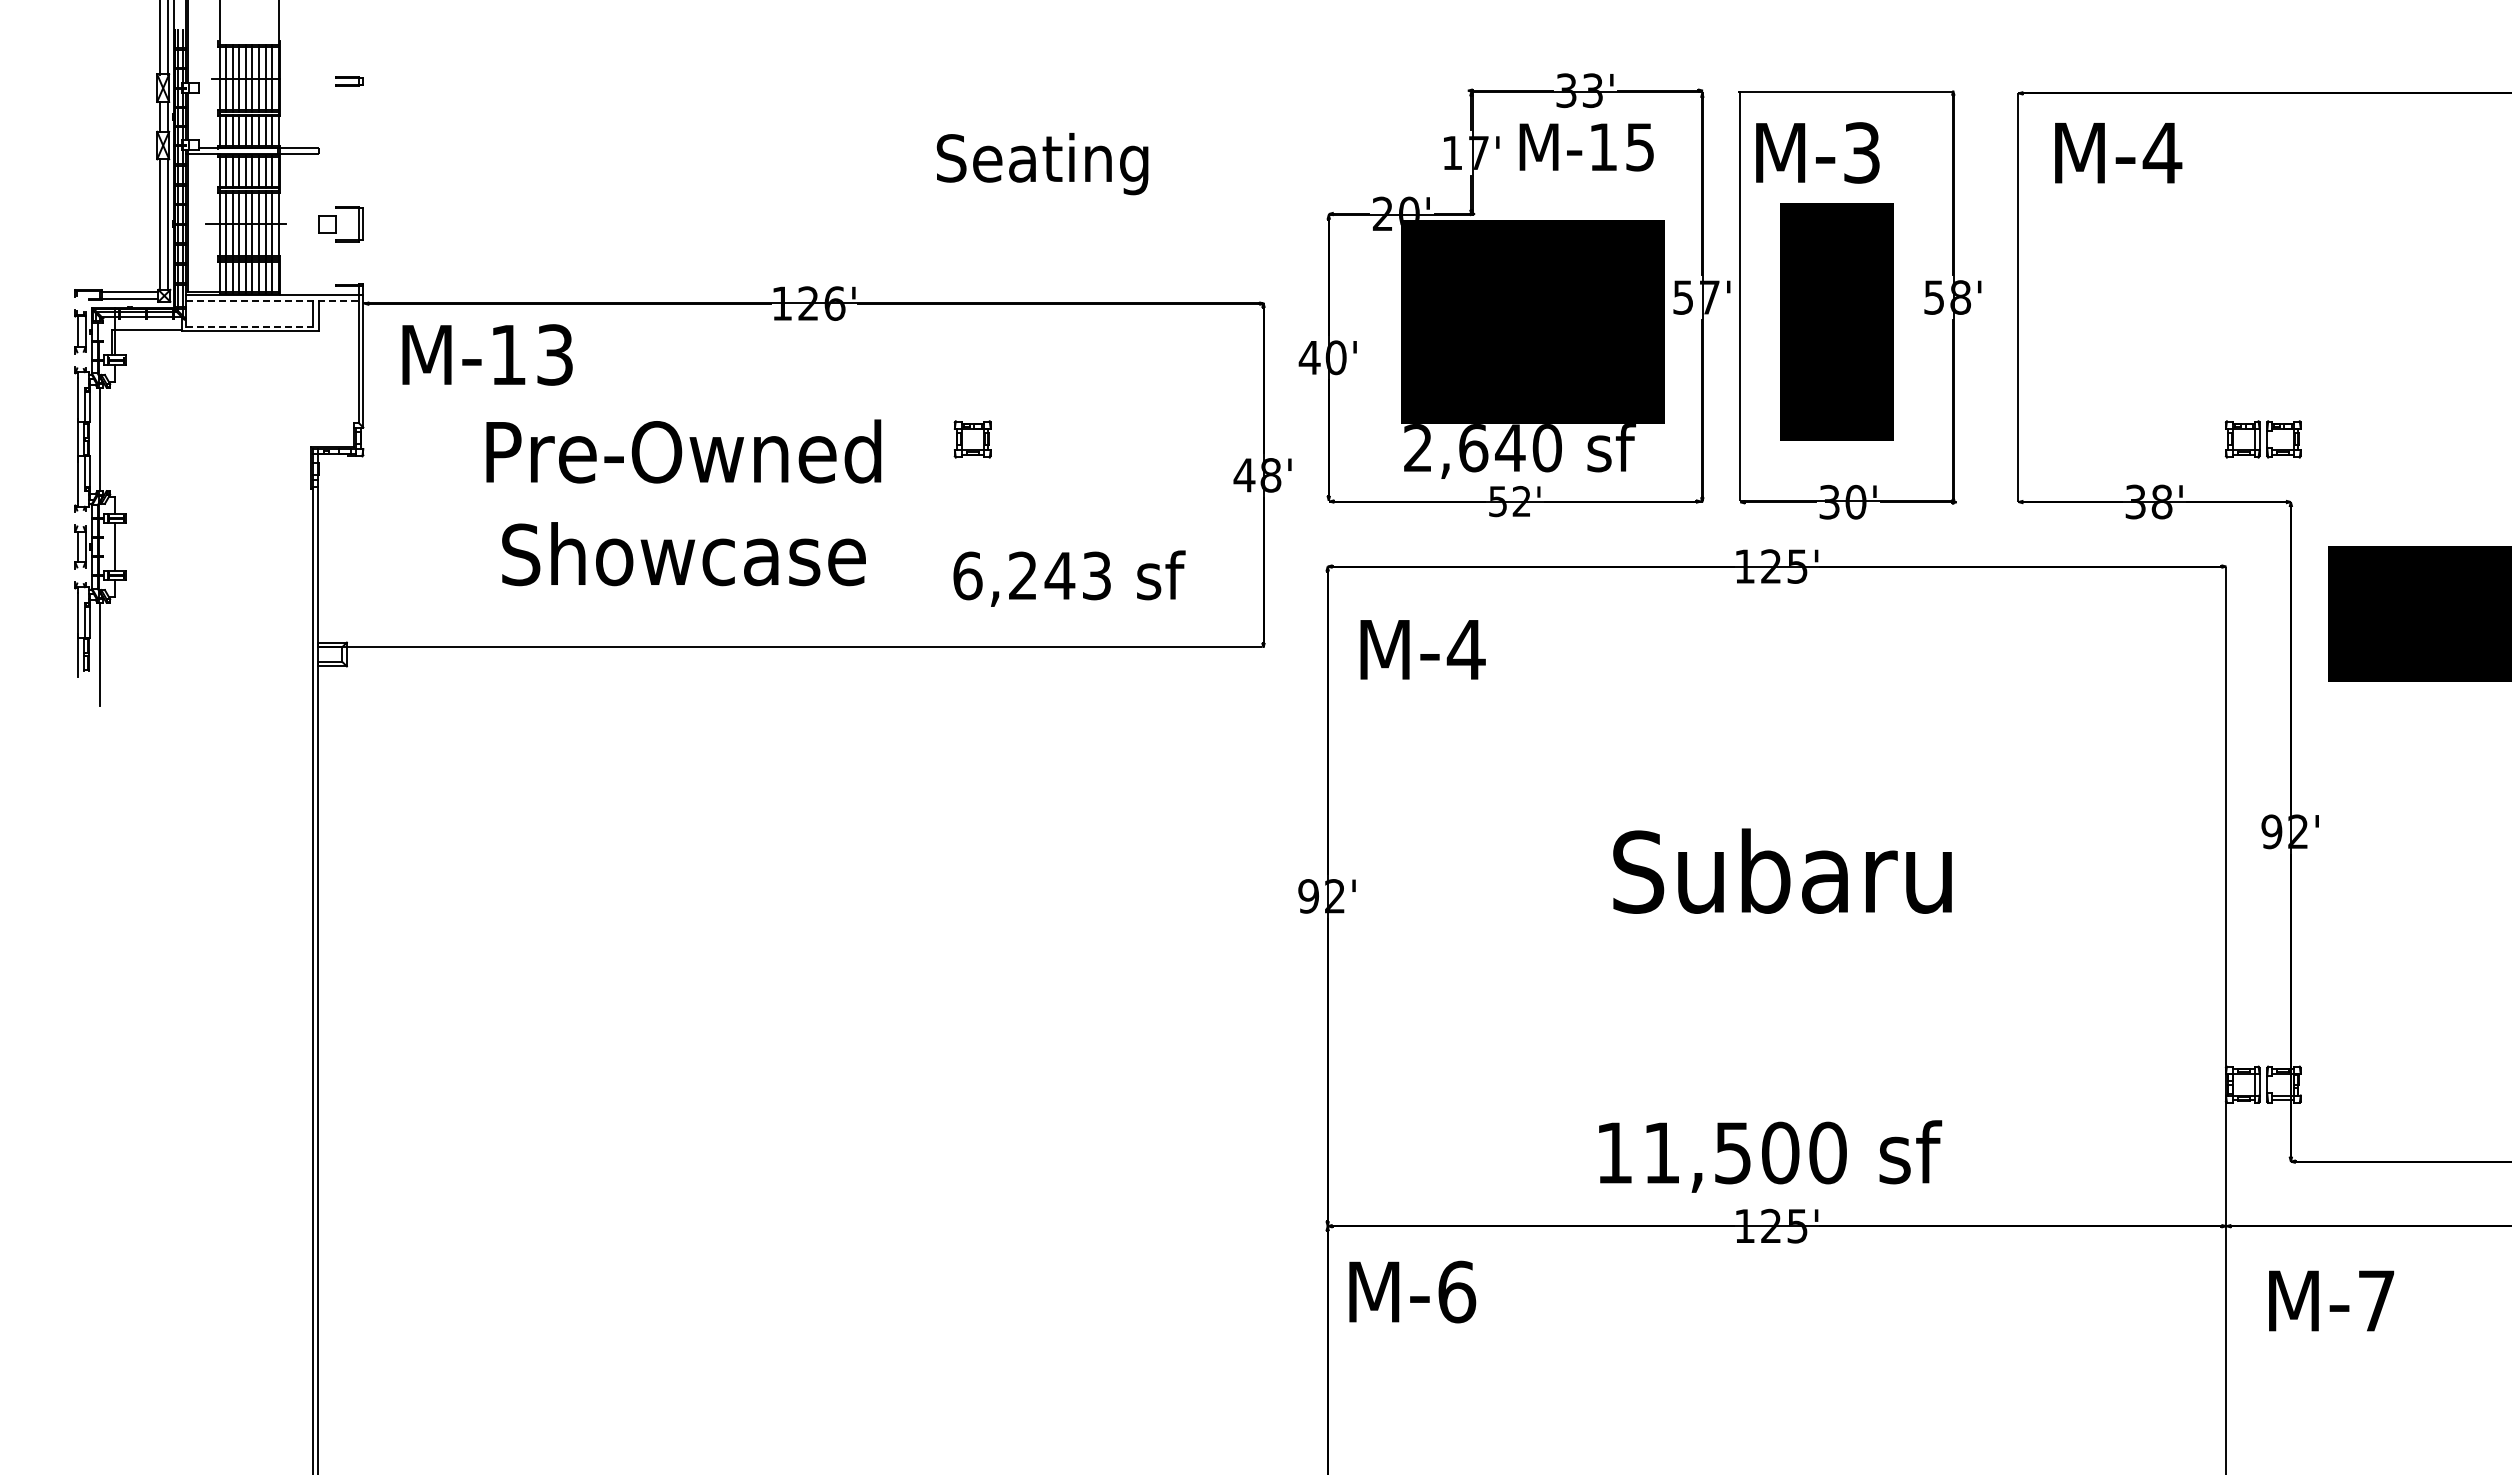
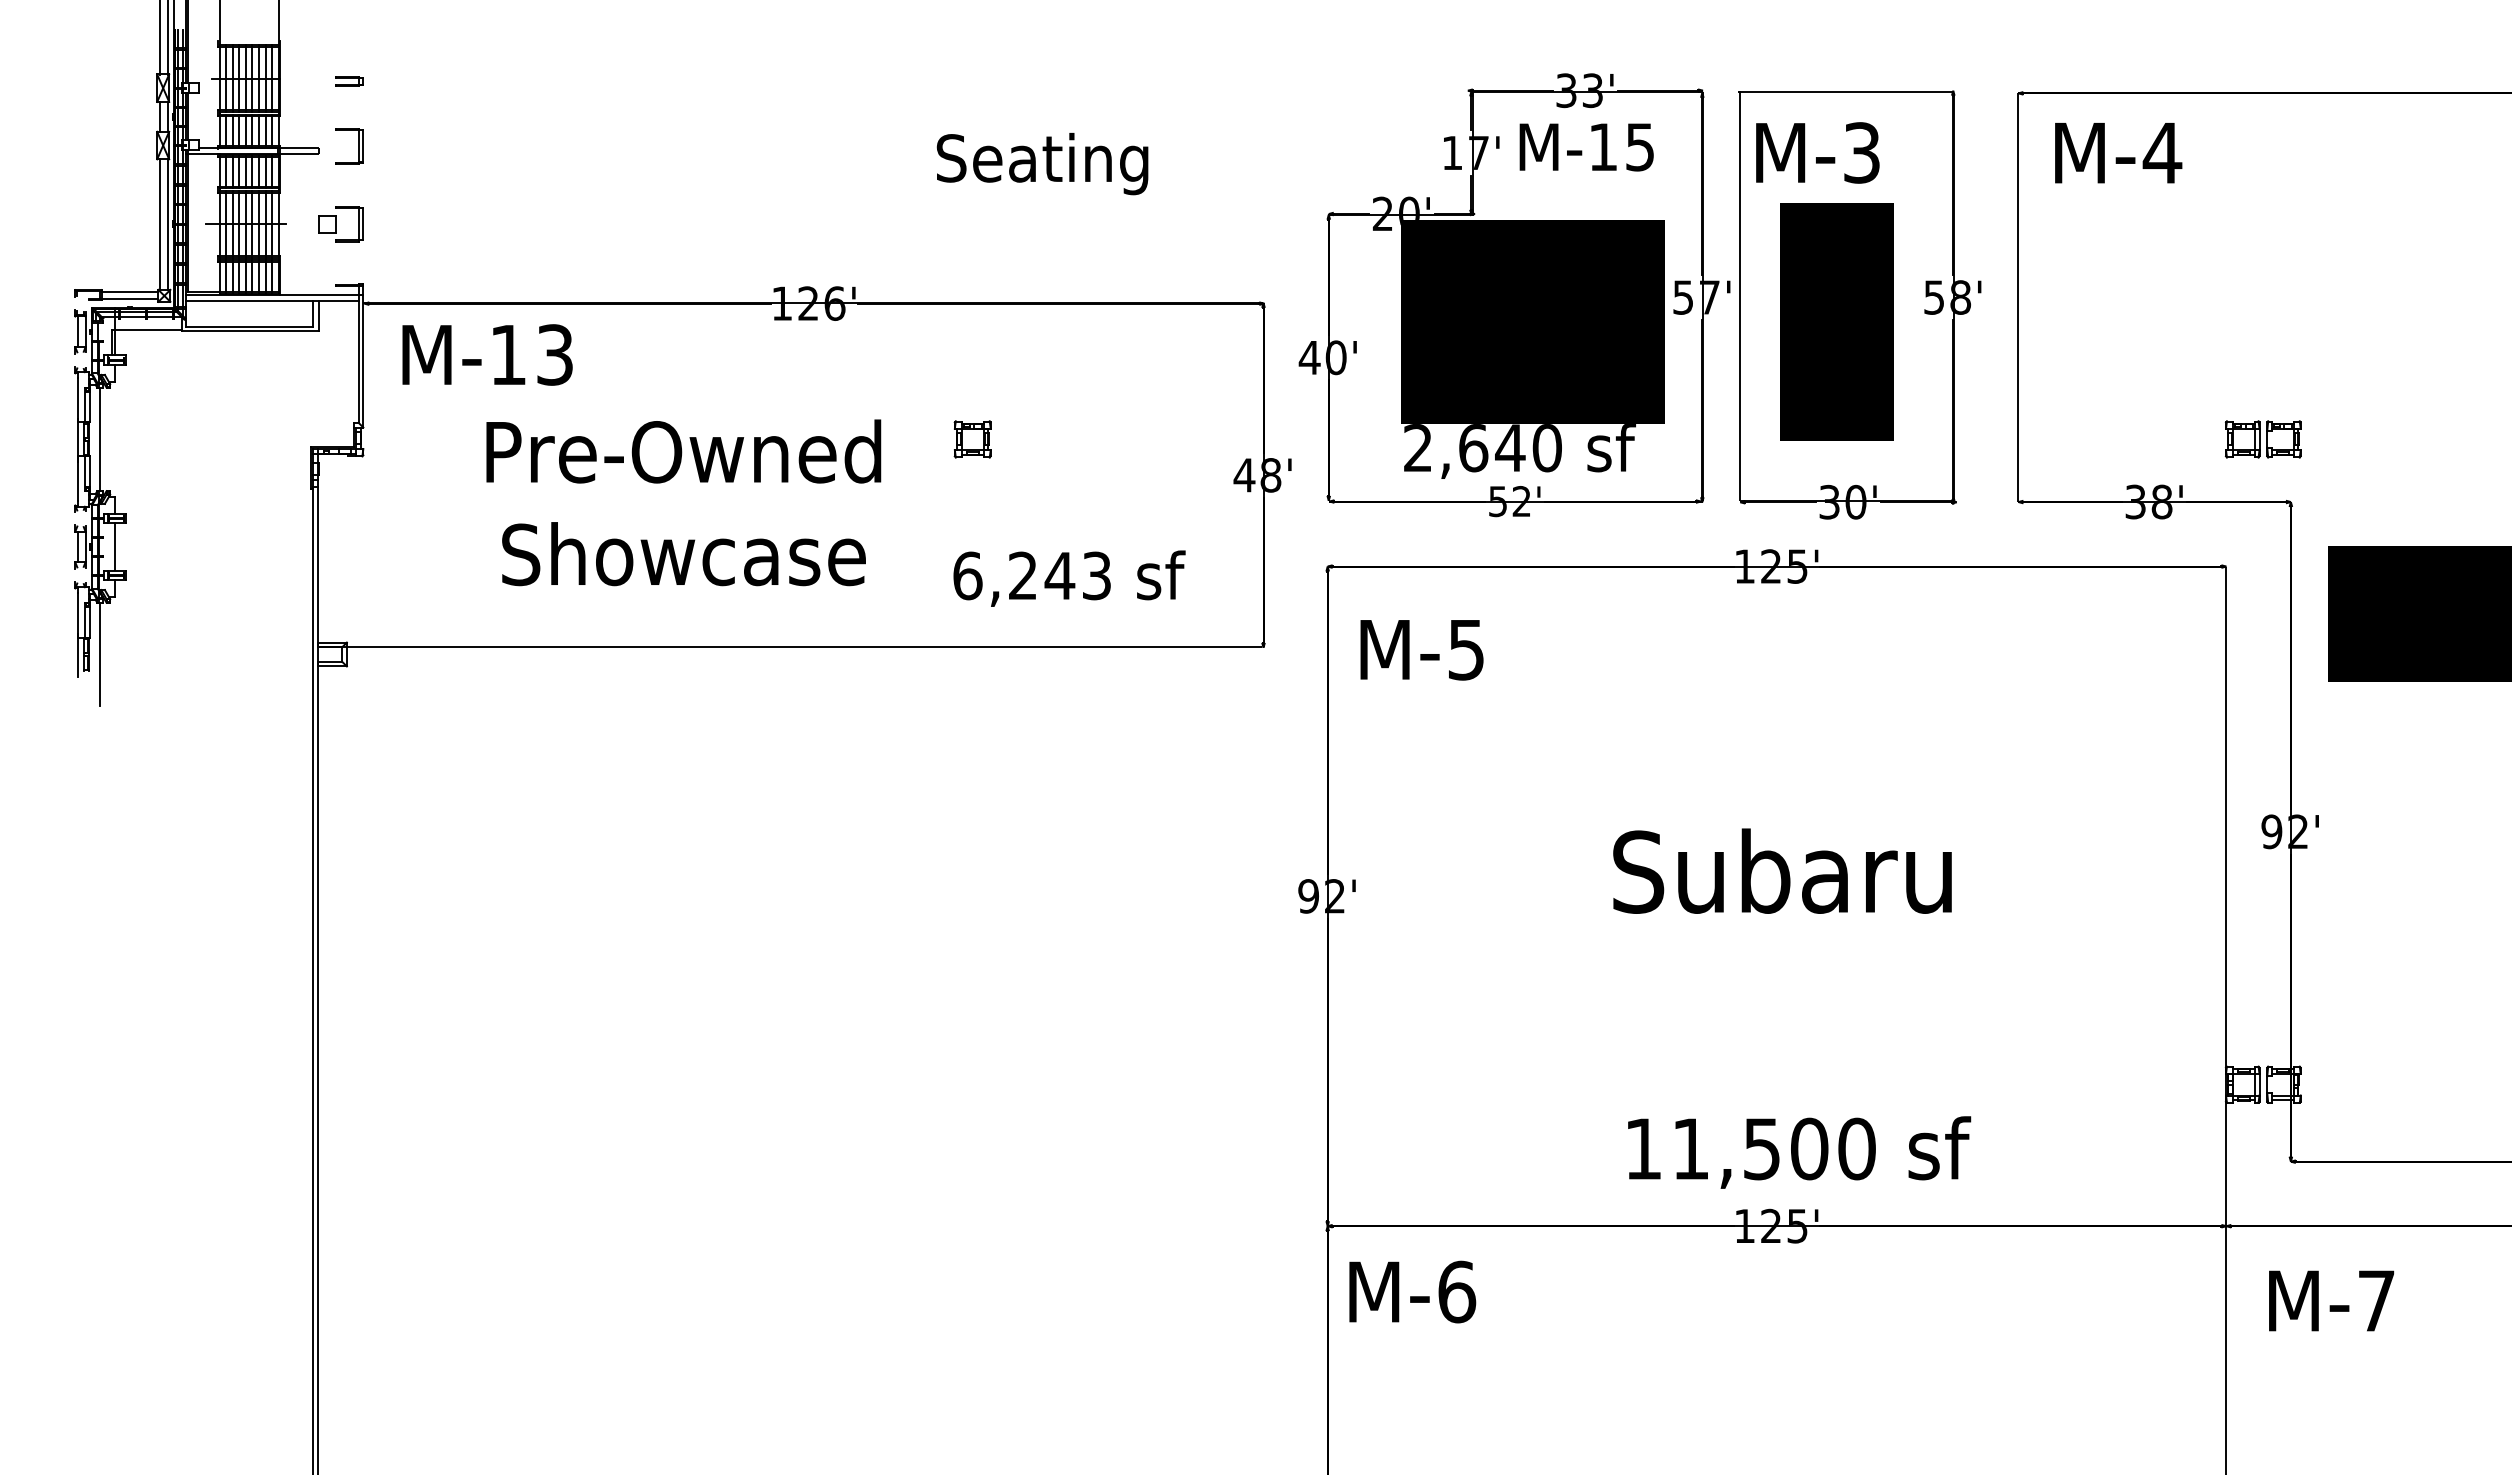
part at (358, 146): none -> present
line at (273, 300): dashed -> solid
line at (250, 326): dashed -> solid
text at (1465, 650): M-4 -> M-5
text at (1770, 1156) position: (1770, 1156) -> (1799, 1152)
